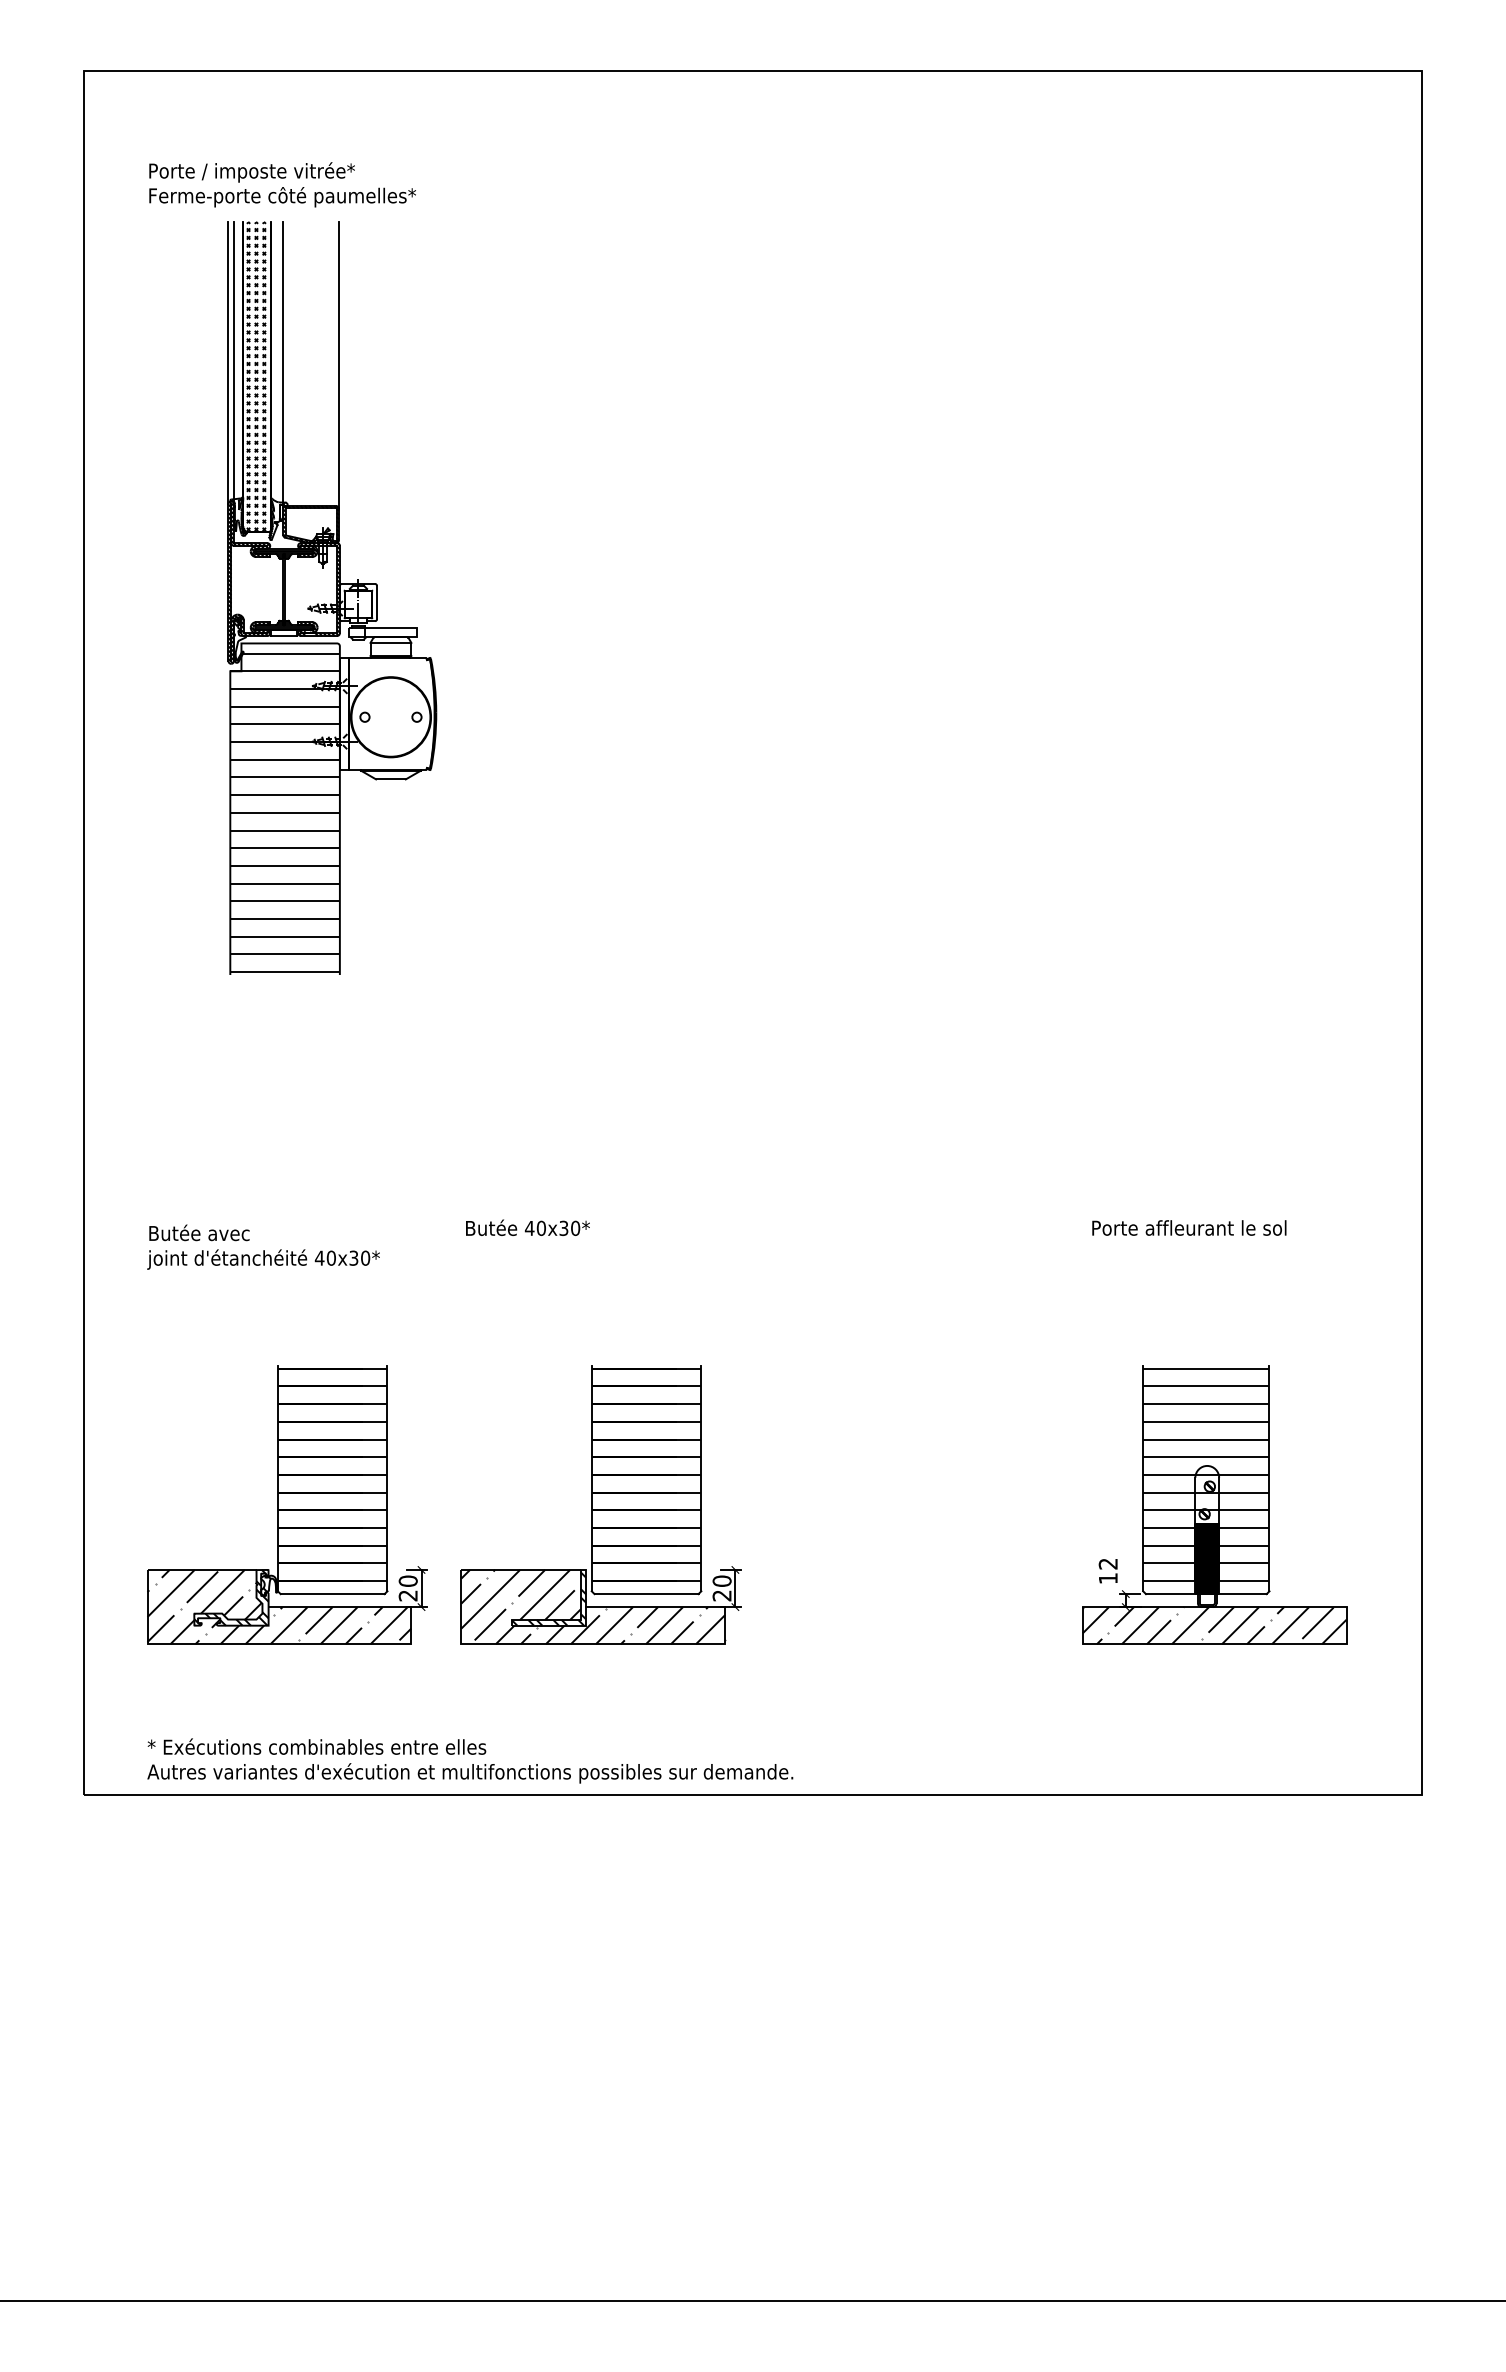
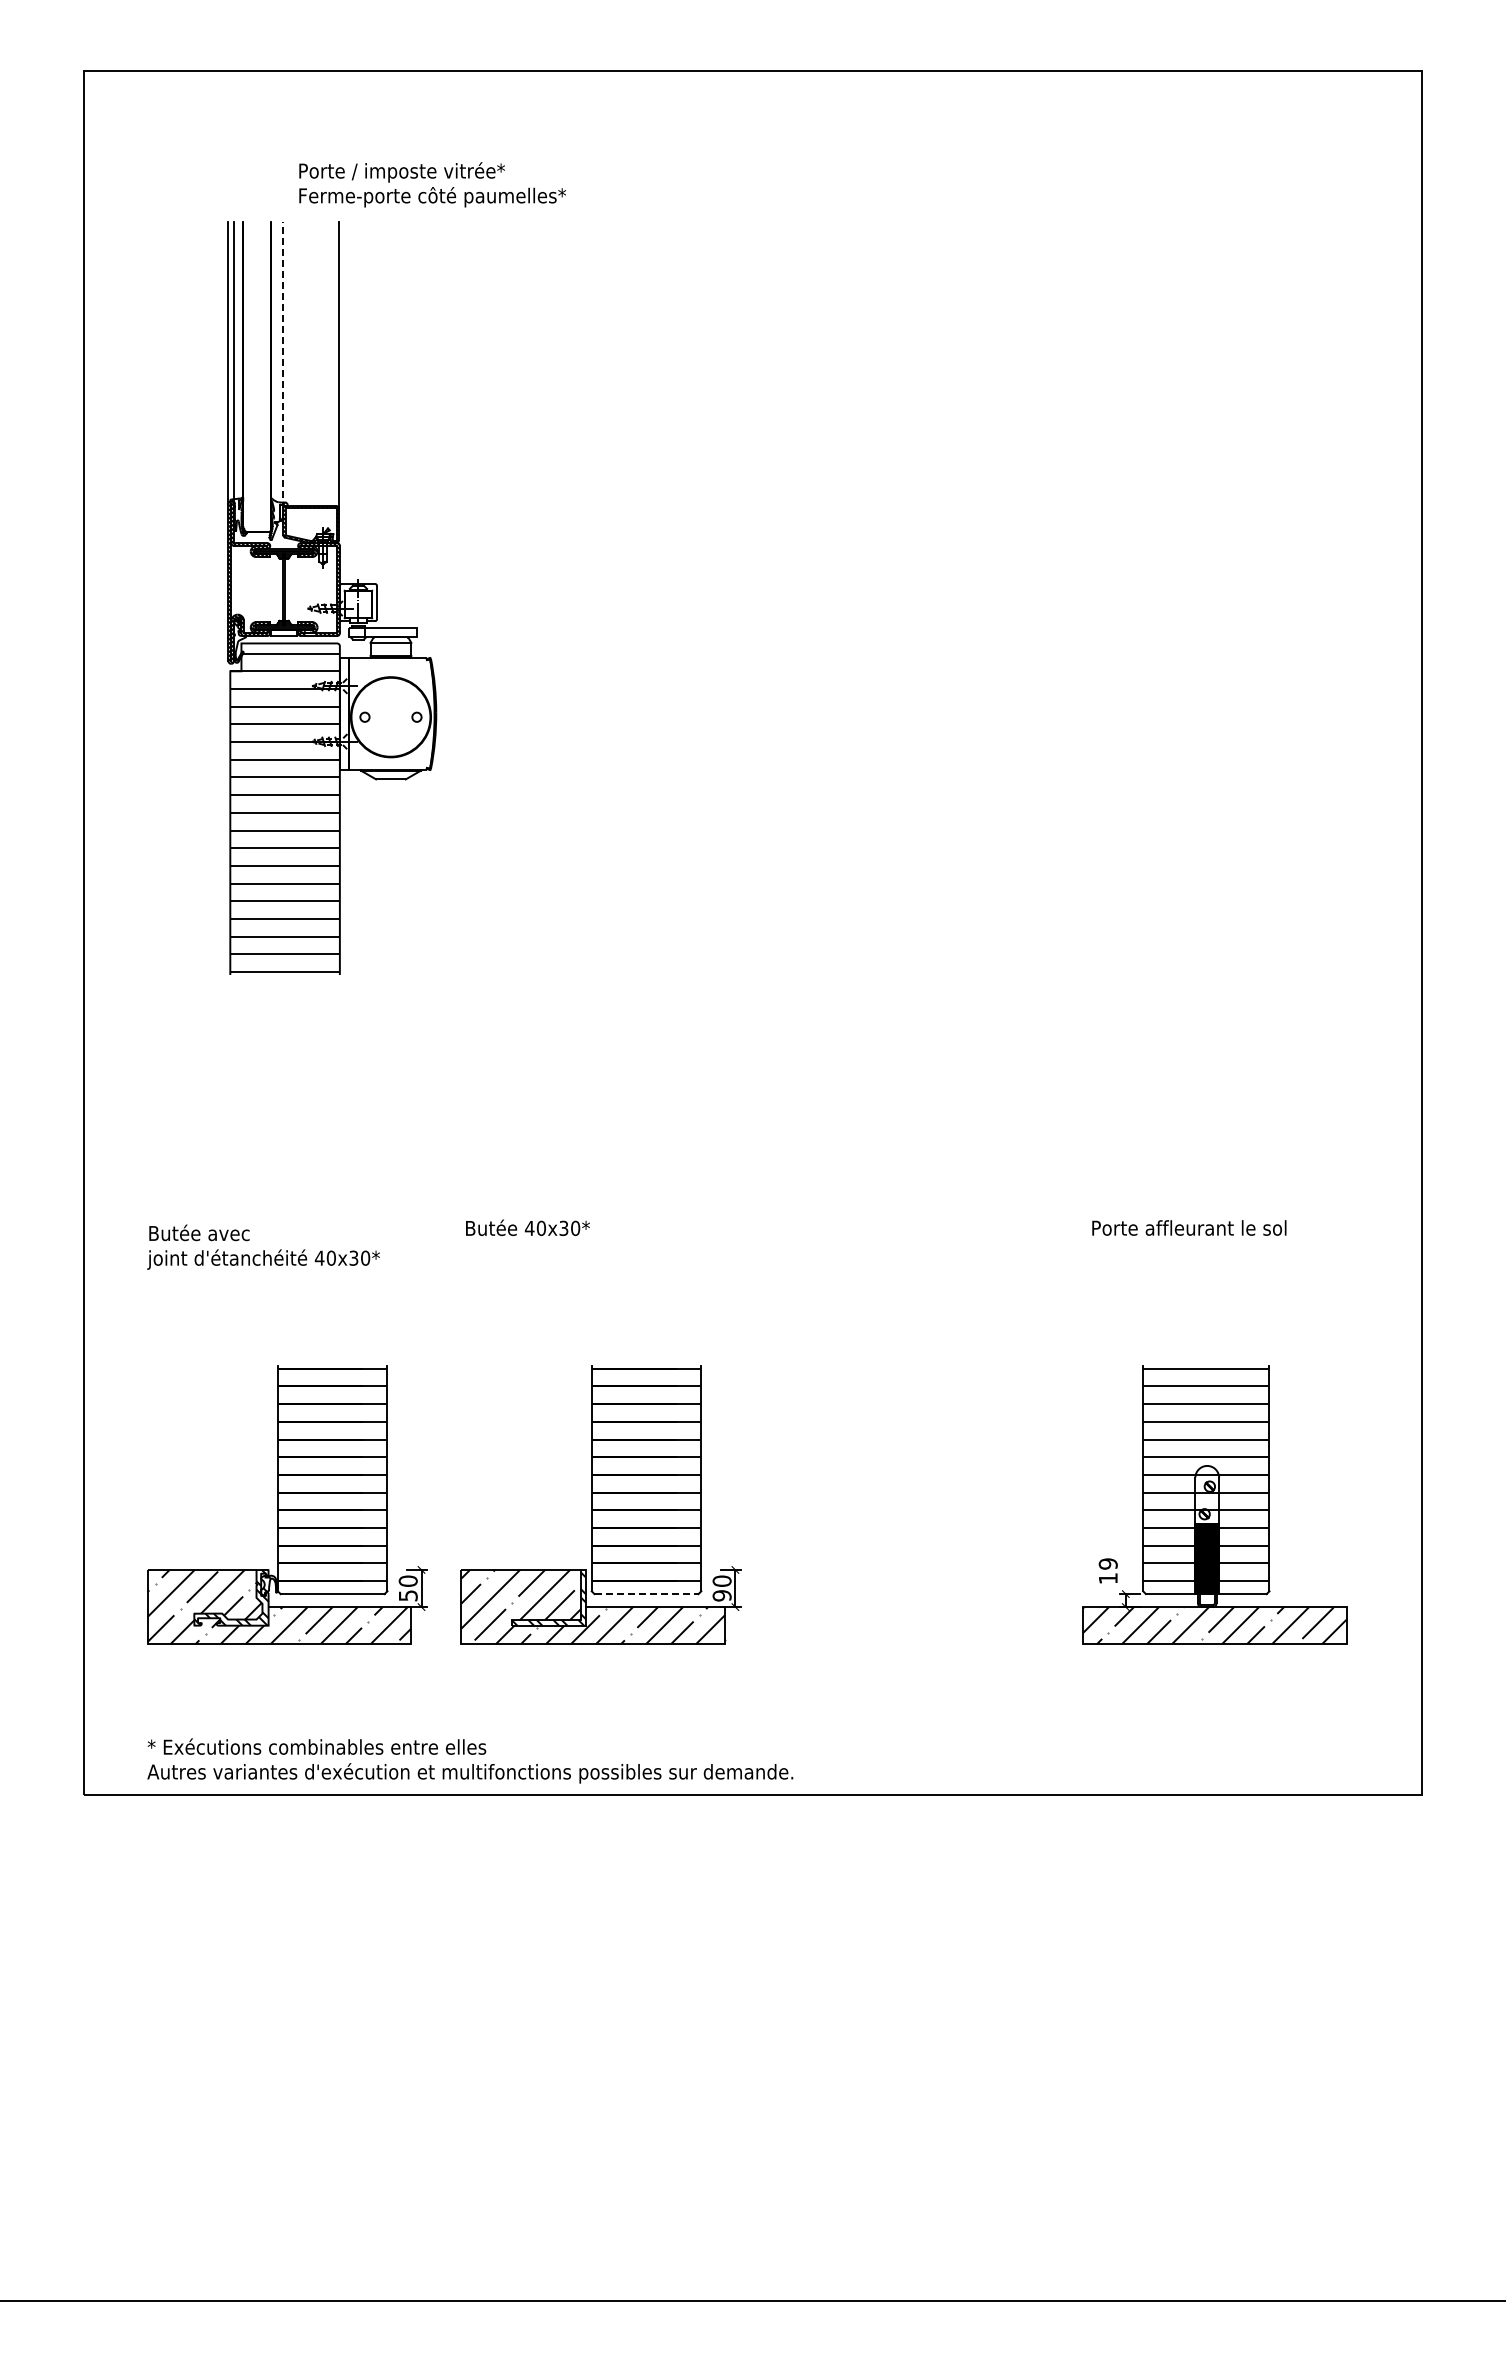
text at (282, 184) position: (282, 184) -> (432, 184)
line at (283, 364): solid -> dashed
hatch at (258, 376): present -> none
text at (1107, 1563): 12 -> 19
line at (647, 1594): solid -> dashed
text at (407, 1595): 20 -> 50
text at (721, 1595): 20 -> 90
